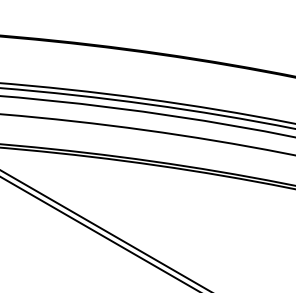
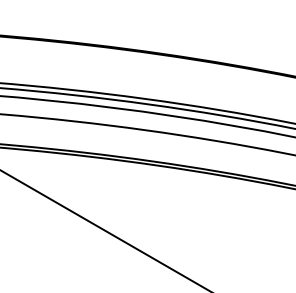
line at (98, 233): present -> none
